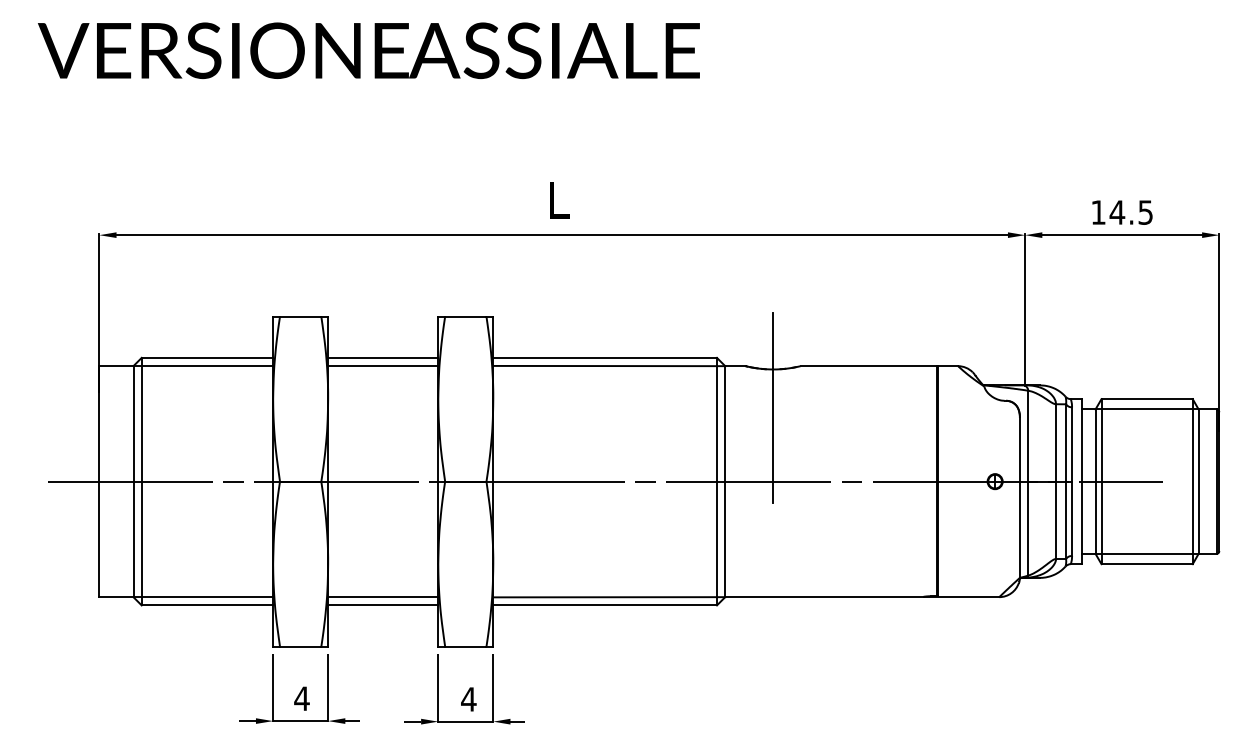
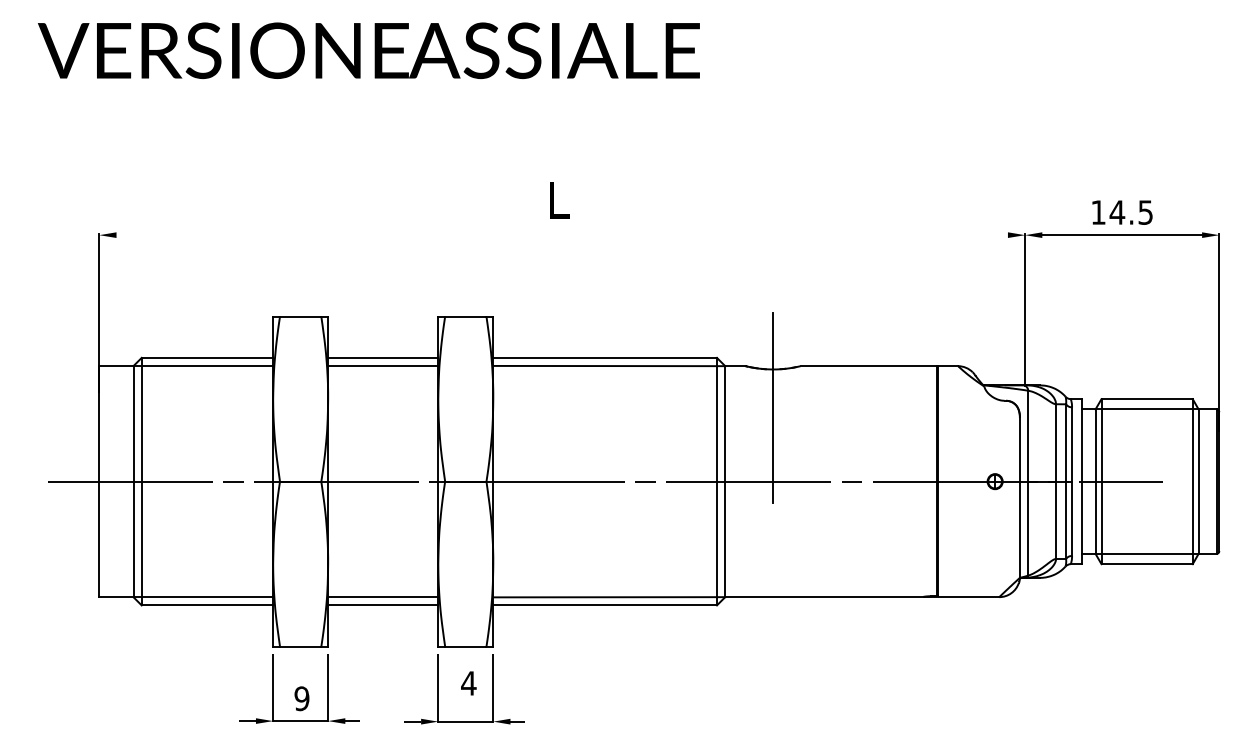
line at (561, 235): present -> none
text at (301, 698): 4 -> 9
text at (468, 699) position: (468, 699) -> (468, 683)
